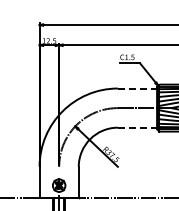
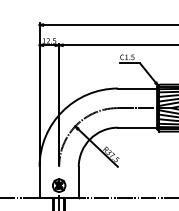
line at (137, 88): dashed -> solid
line at (137, 127): dashed -> solid
